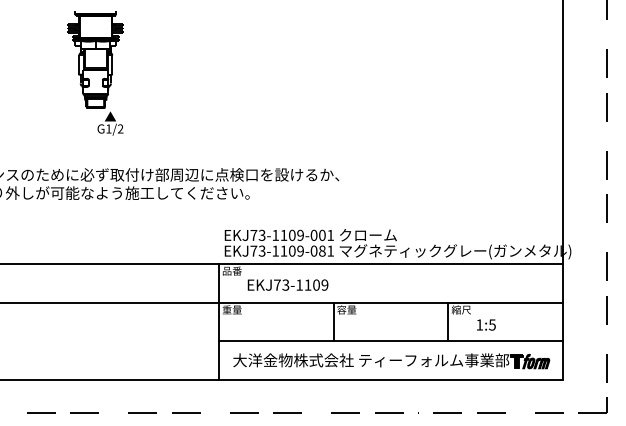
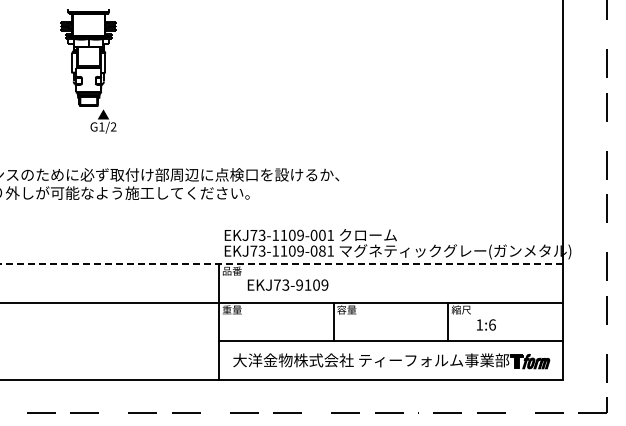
part at (95, 73) position: (95, 73) -> (88, 71)
line at (281, 263): solid -> dashed
text at (299, 284): EKJ73-1109 -> EKJ73-9109
text at (491, 324): 1:5 -> 1:6
